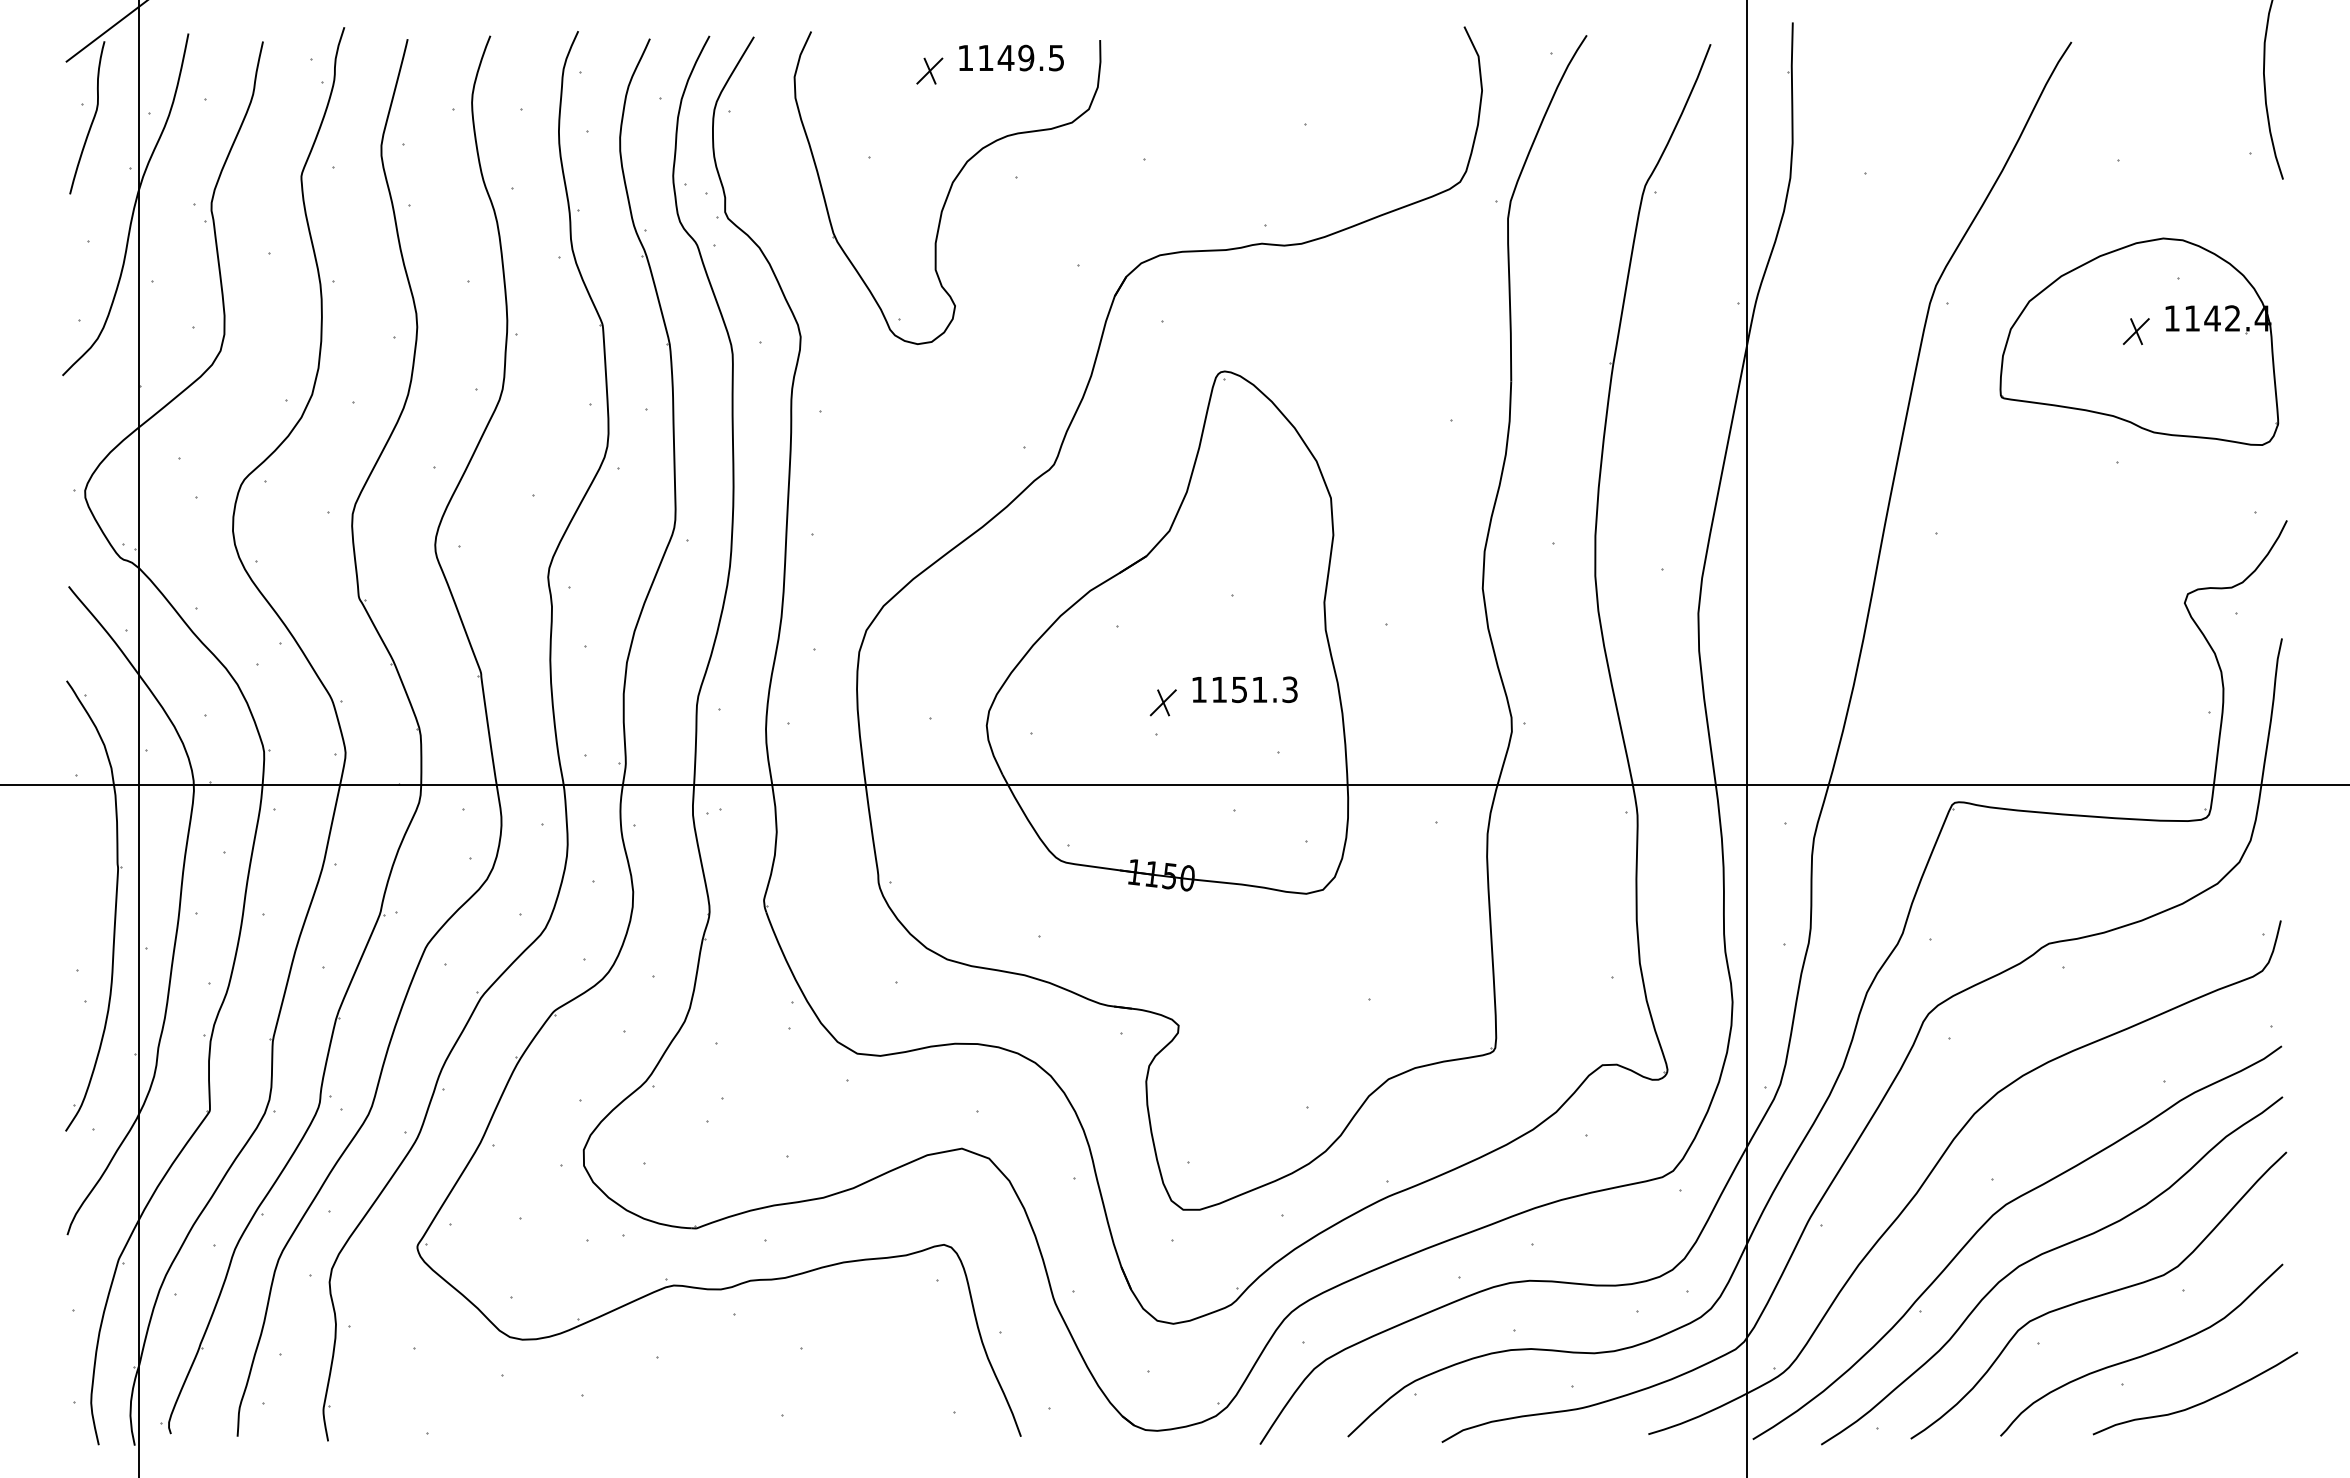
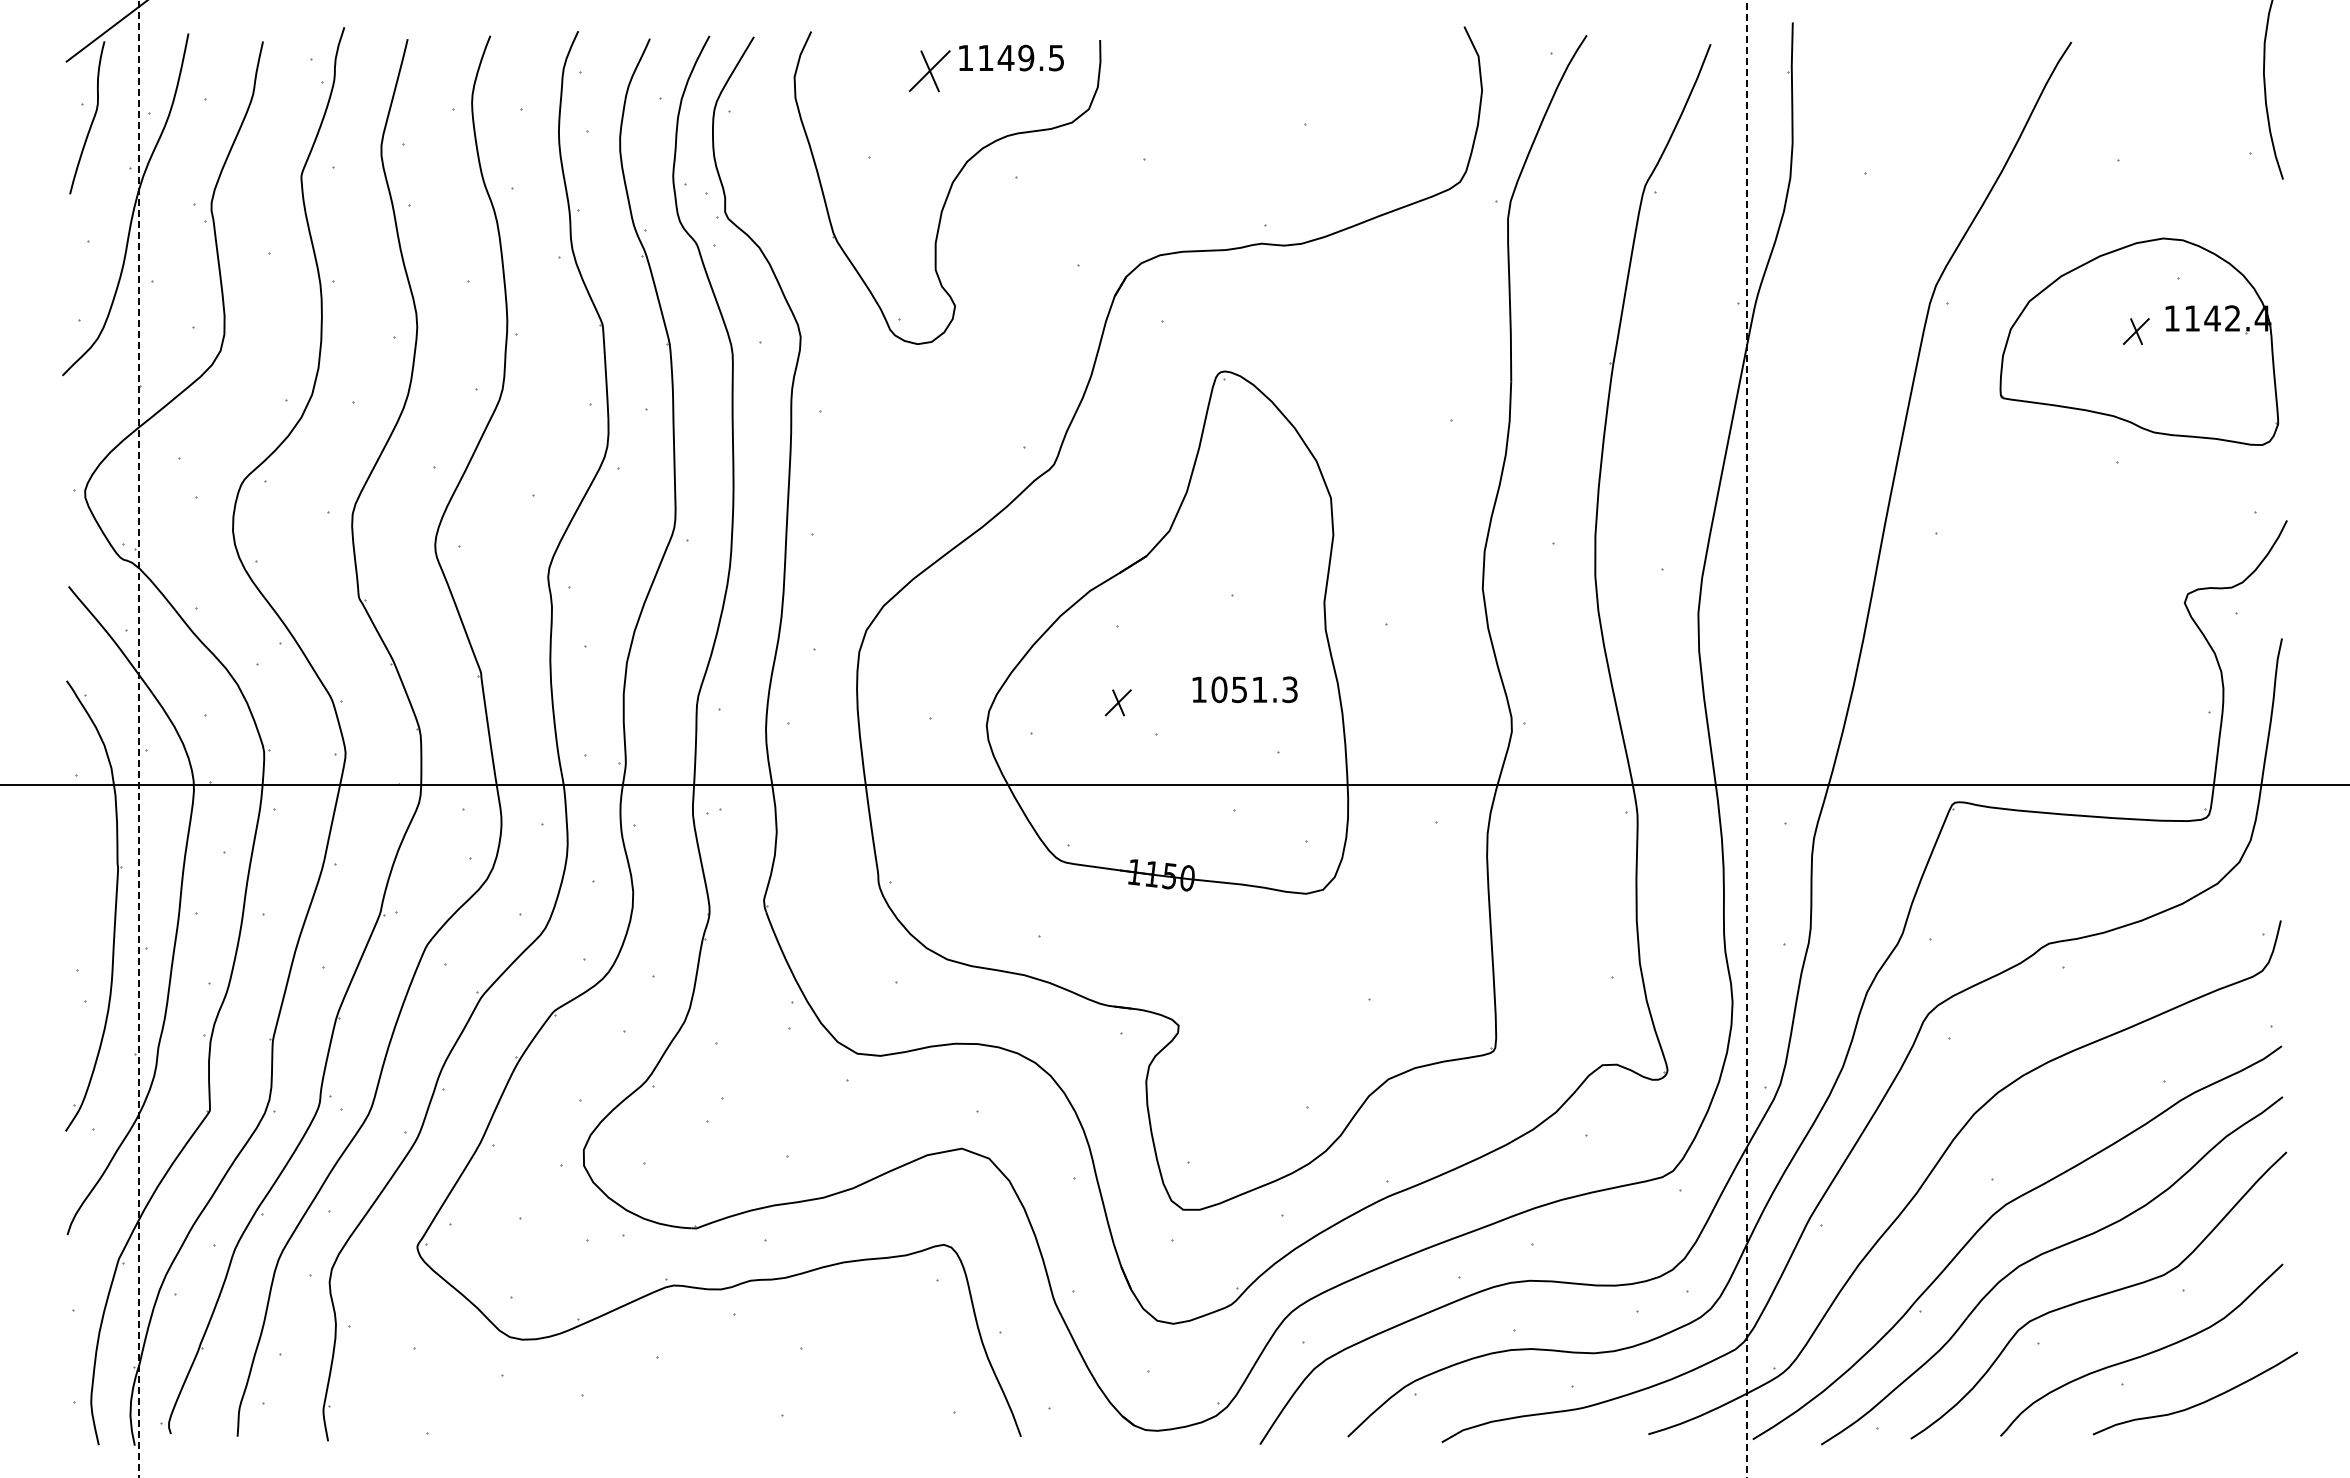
part at (929, 70) size: 28x28 px -> 43x43 px
text at (1219, 689): 1151.3 -> 1051.3
part at (1162, 702) position: (1162, 702) -> (1117, 702)
line at (139, 738): solid -> dashed
line at (1747, 738): solid -> dashed
